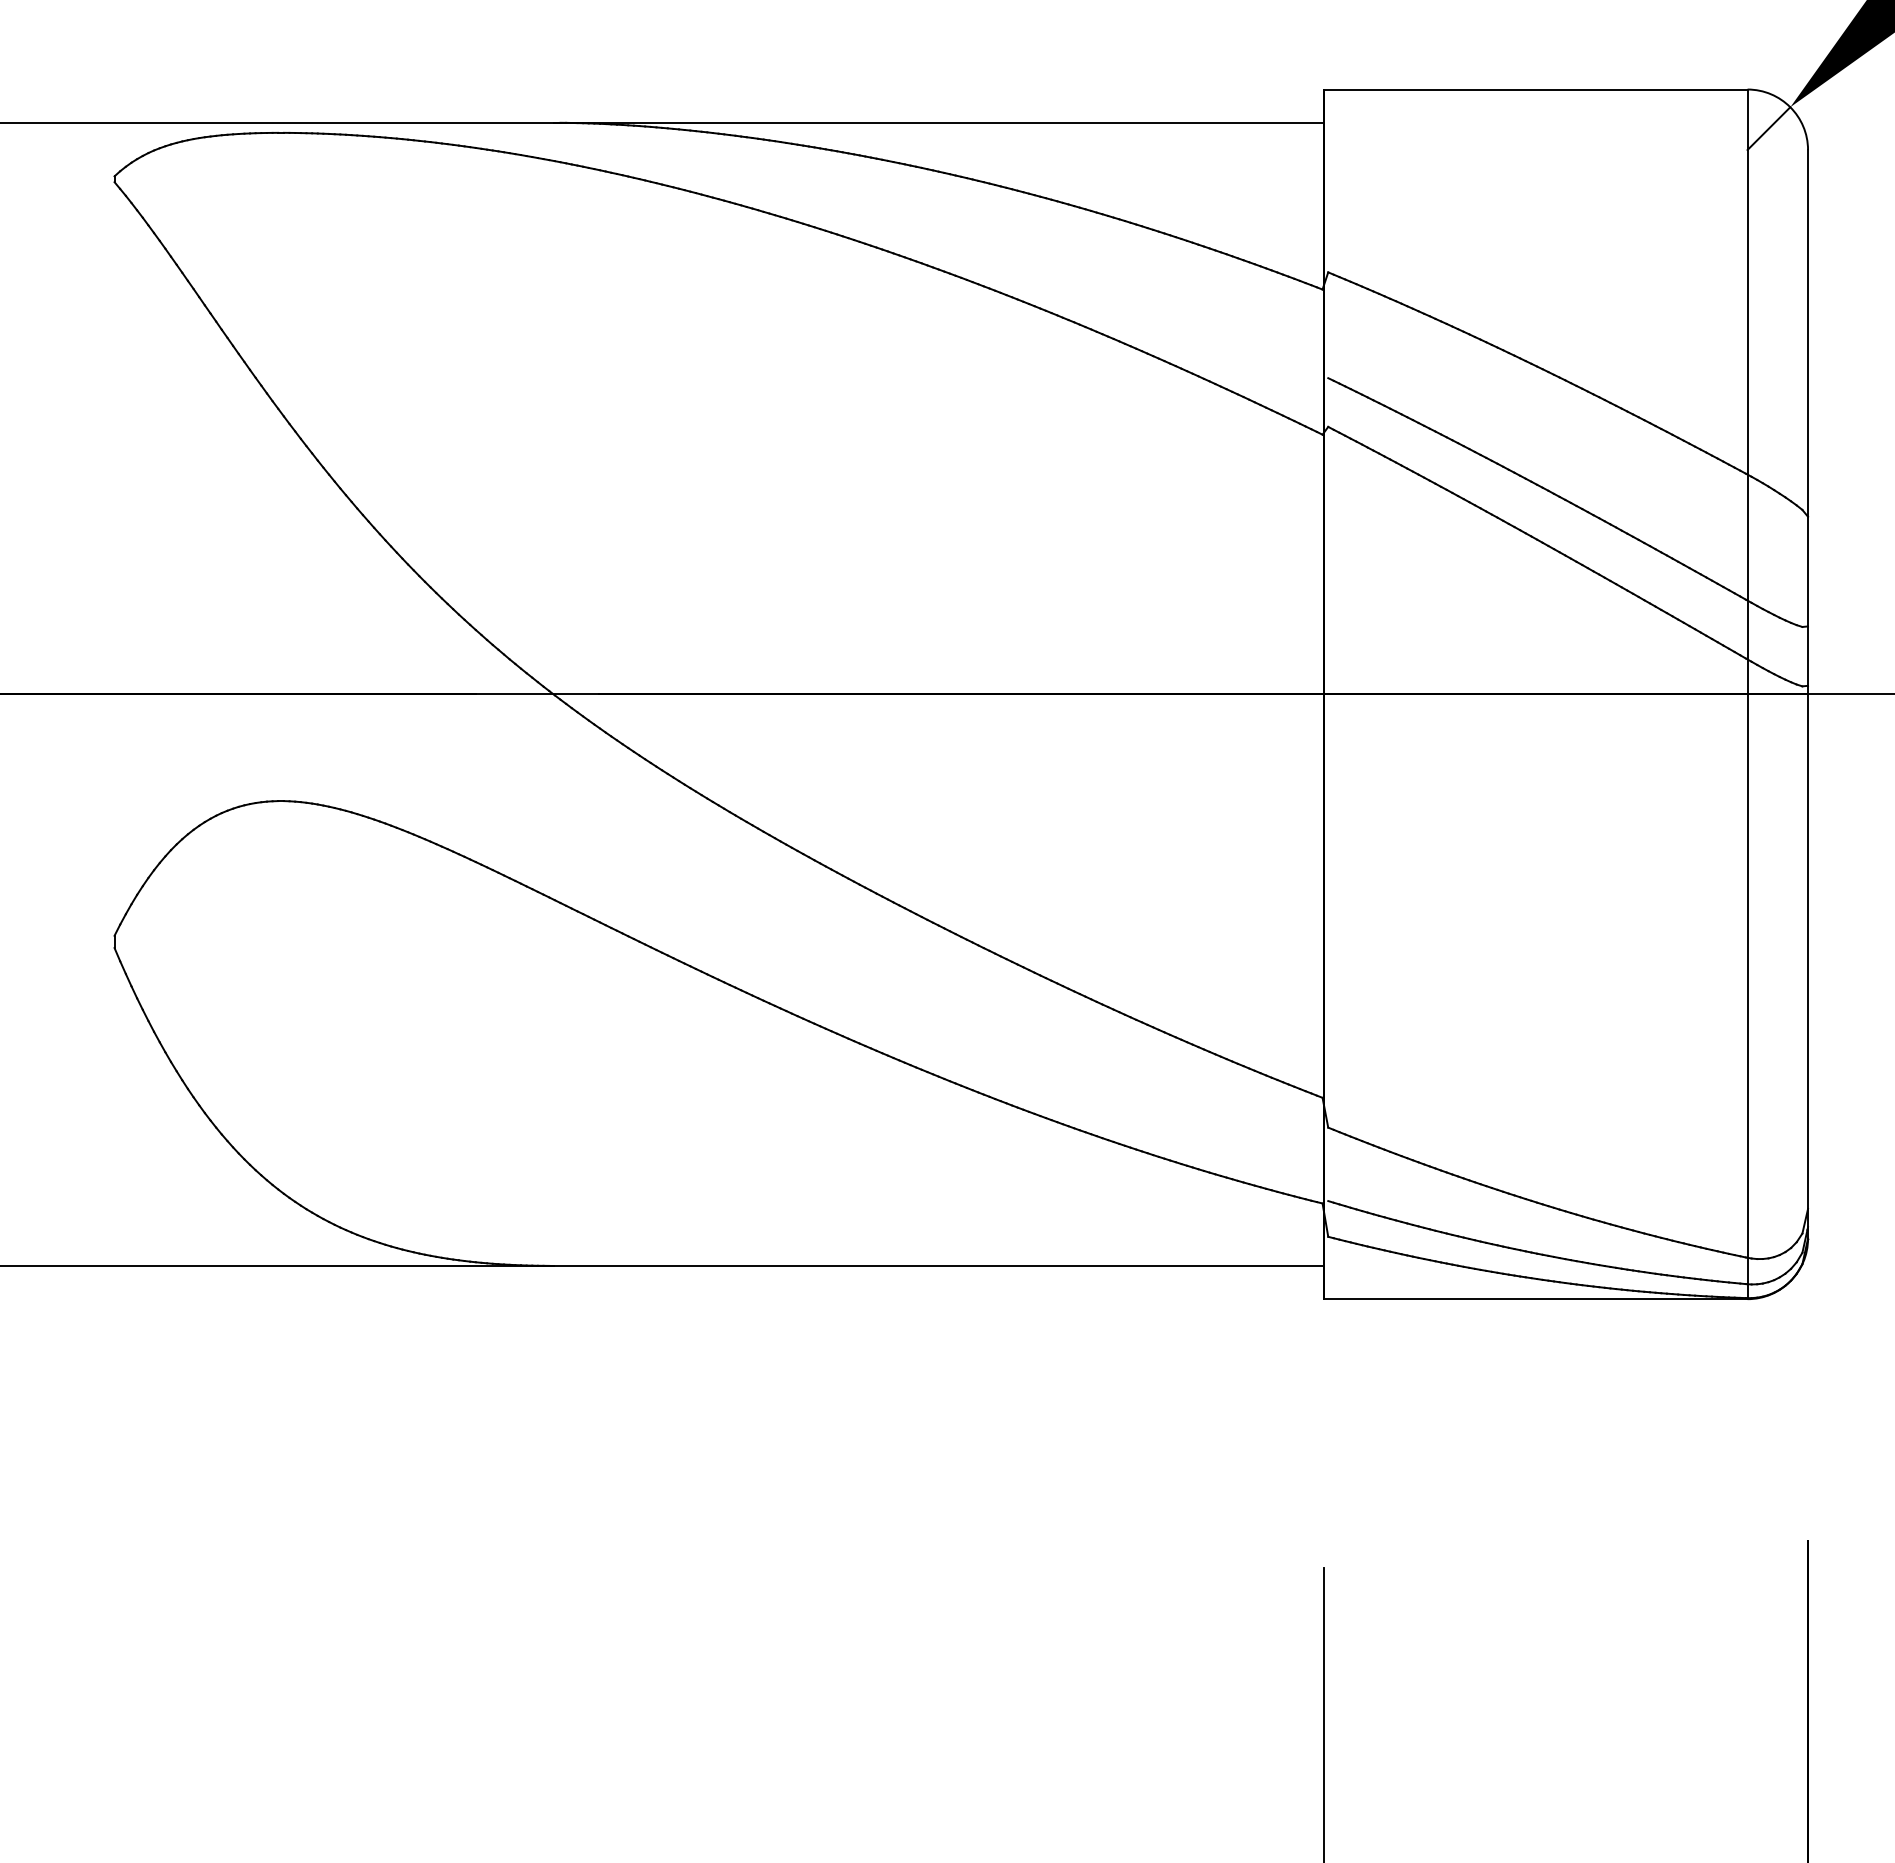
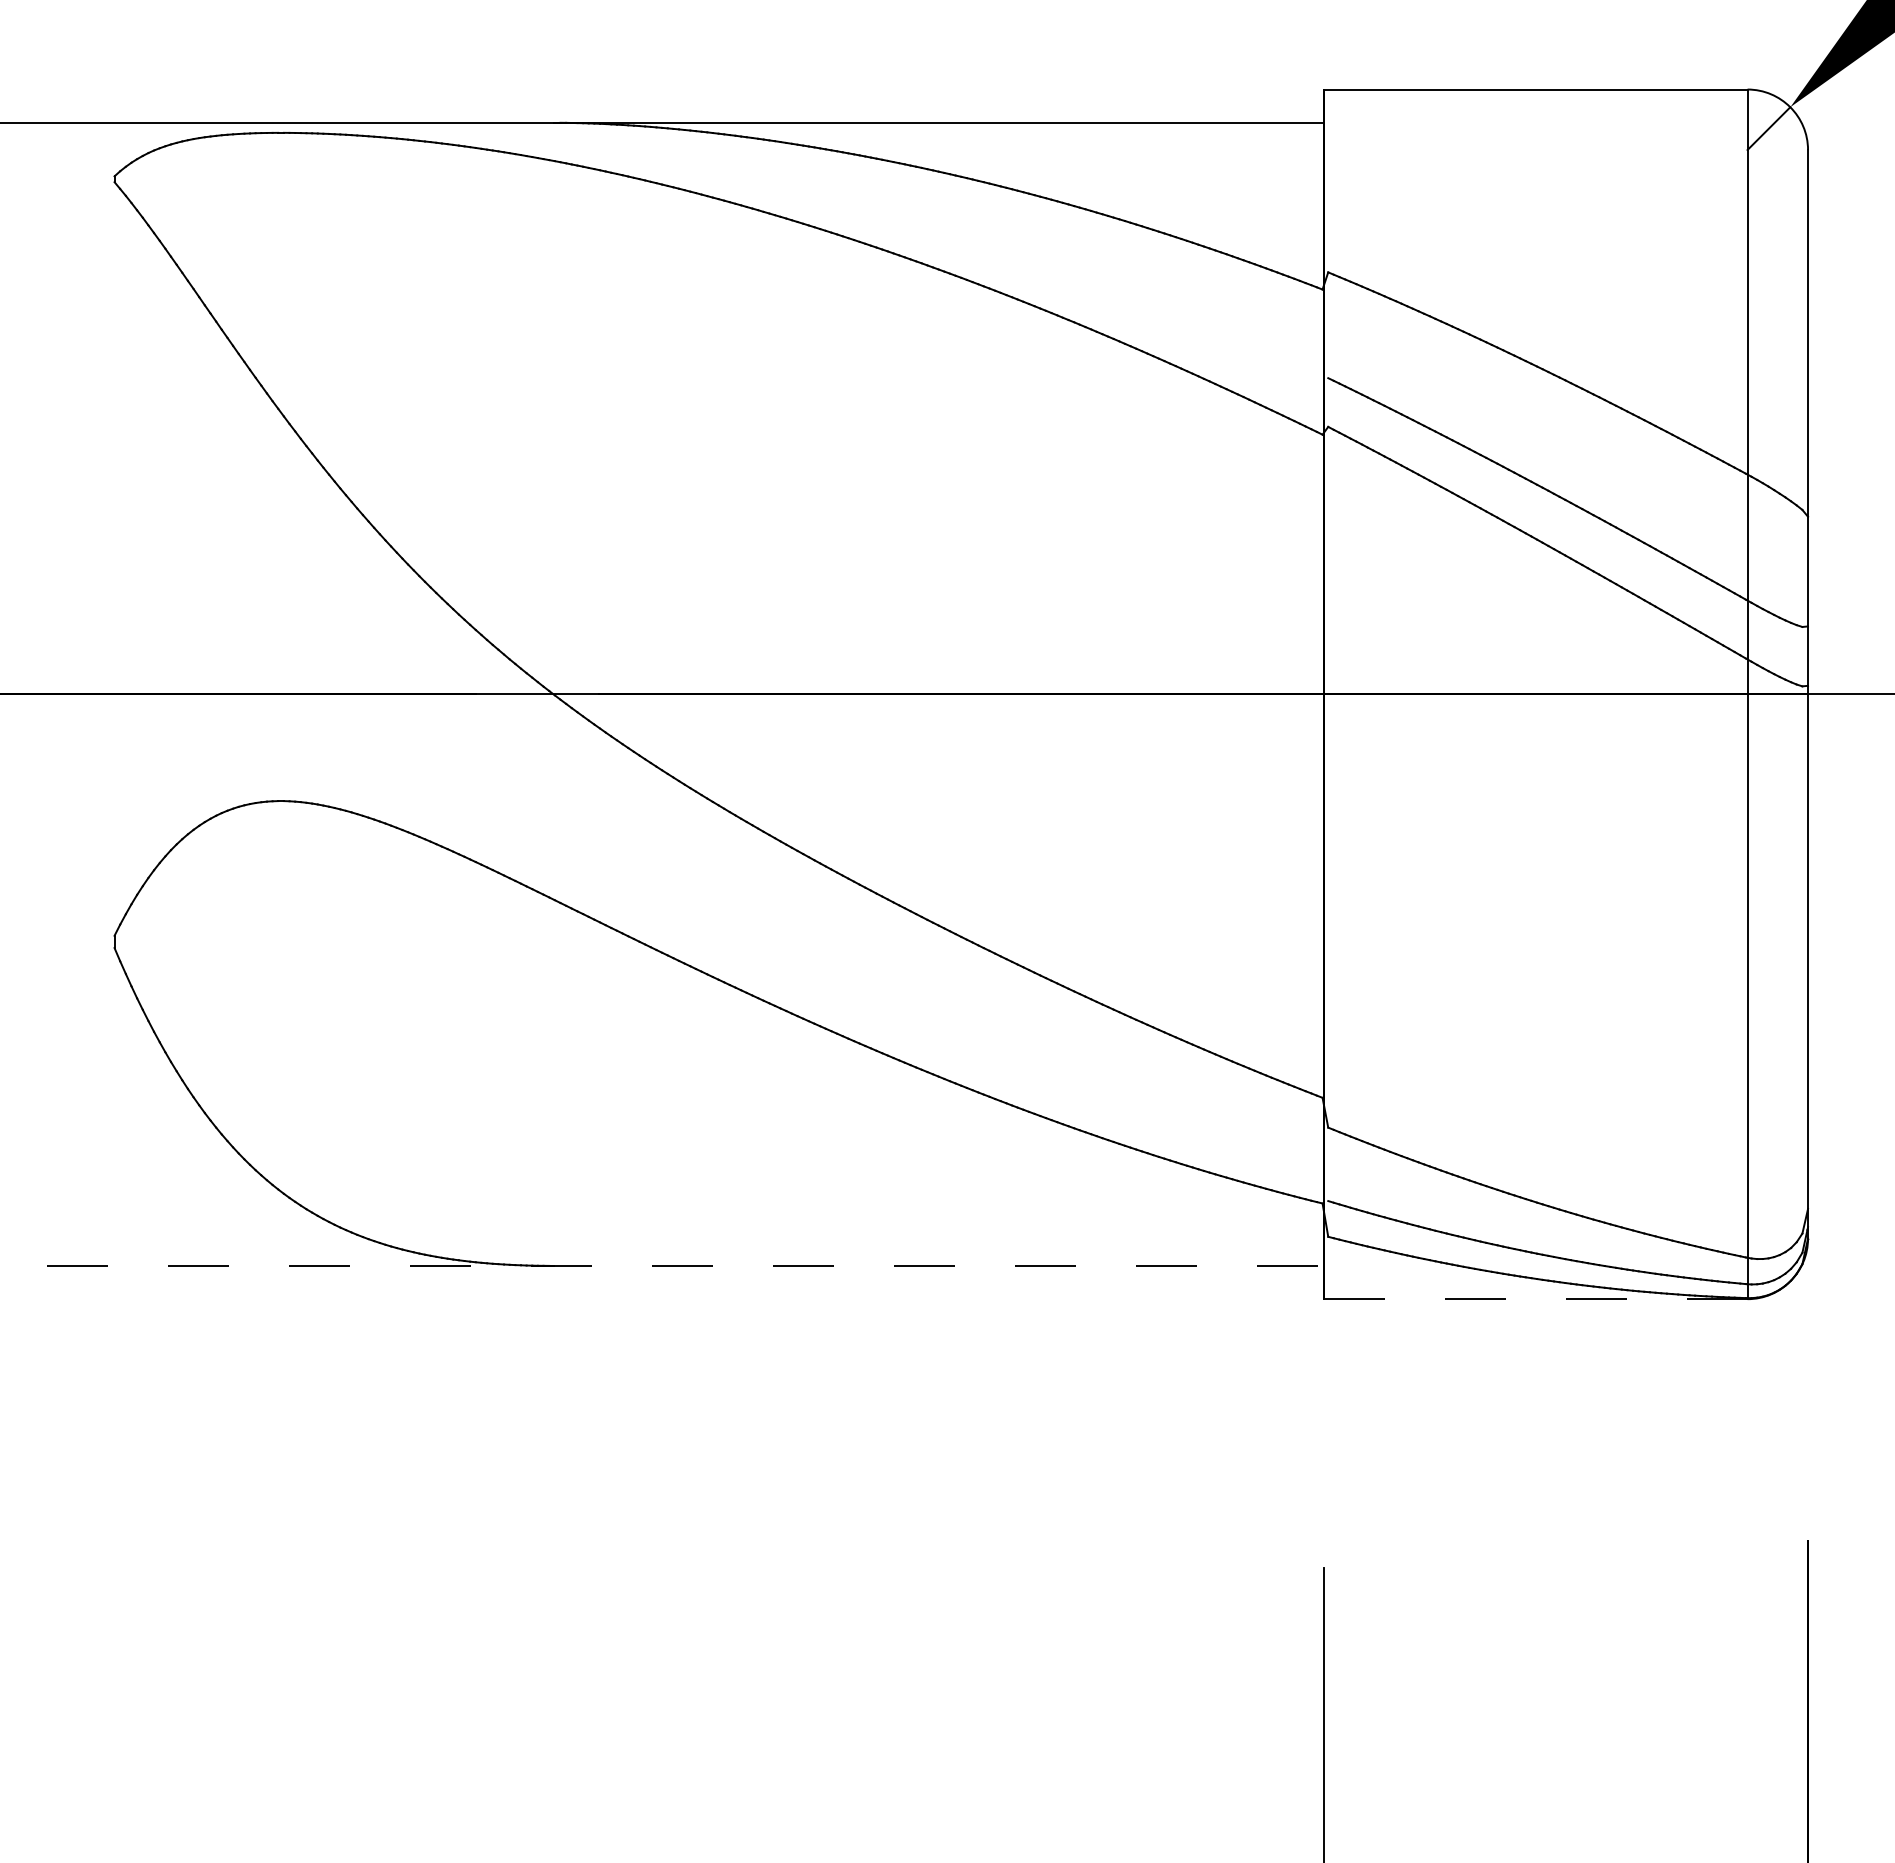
line at (662, 1265): solid -> dashed
line at (1535, 1299): solid -> dashed
